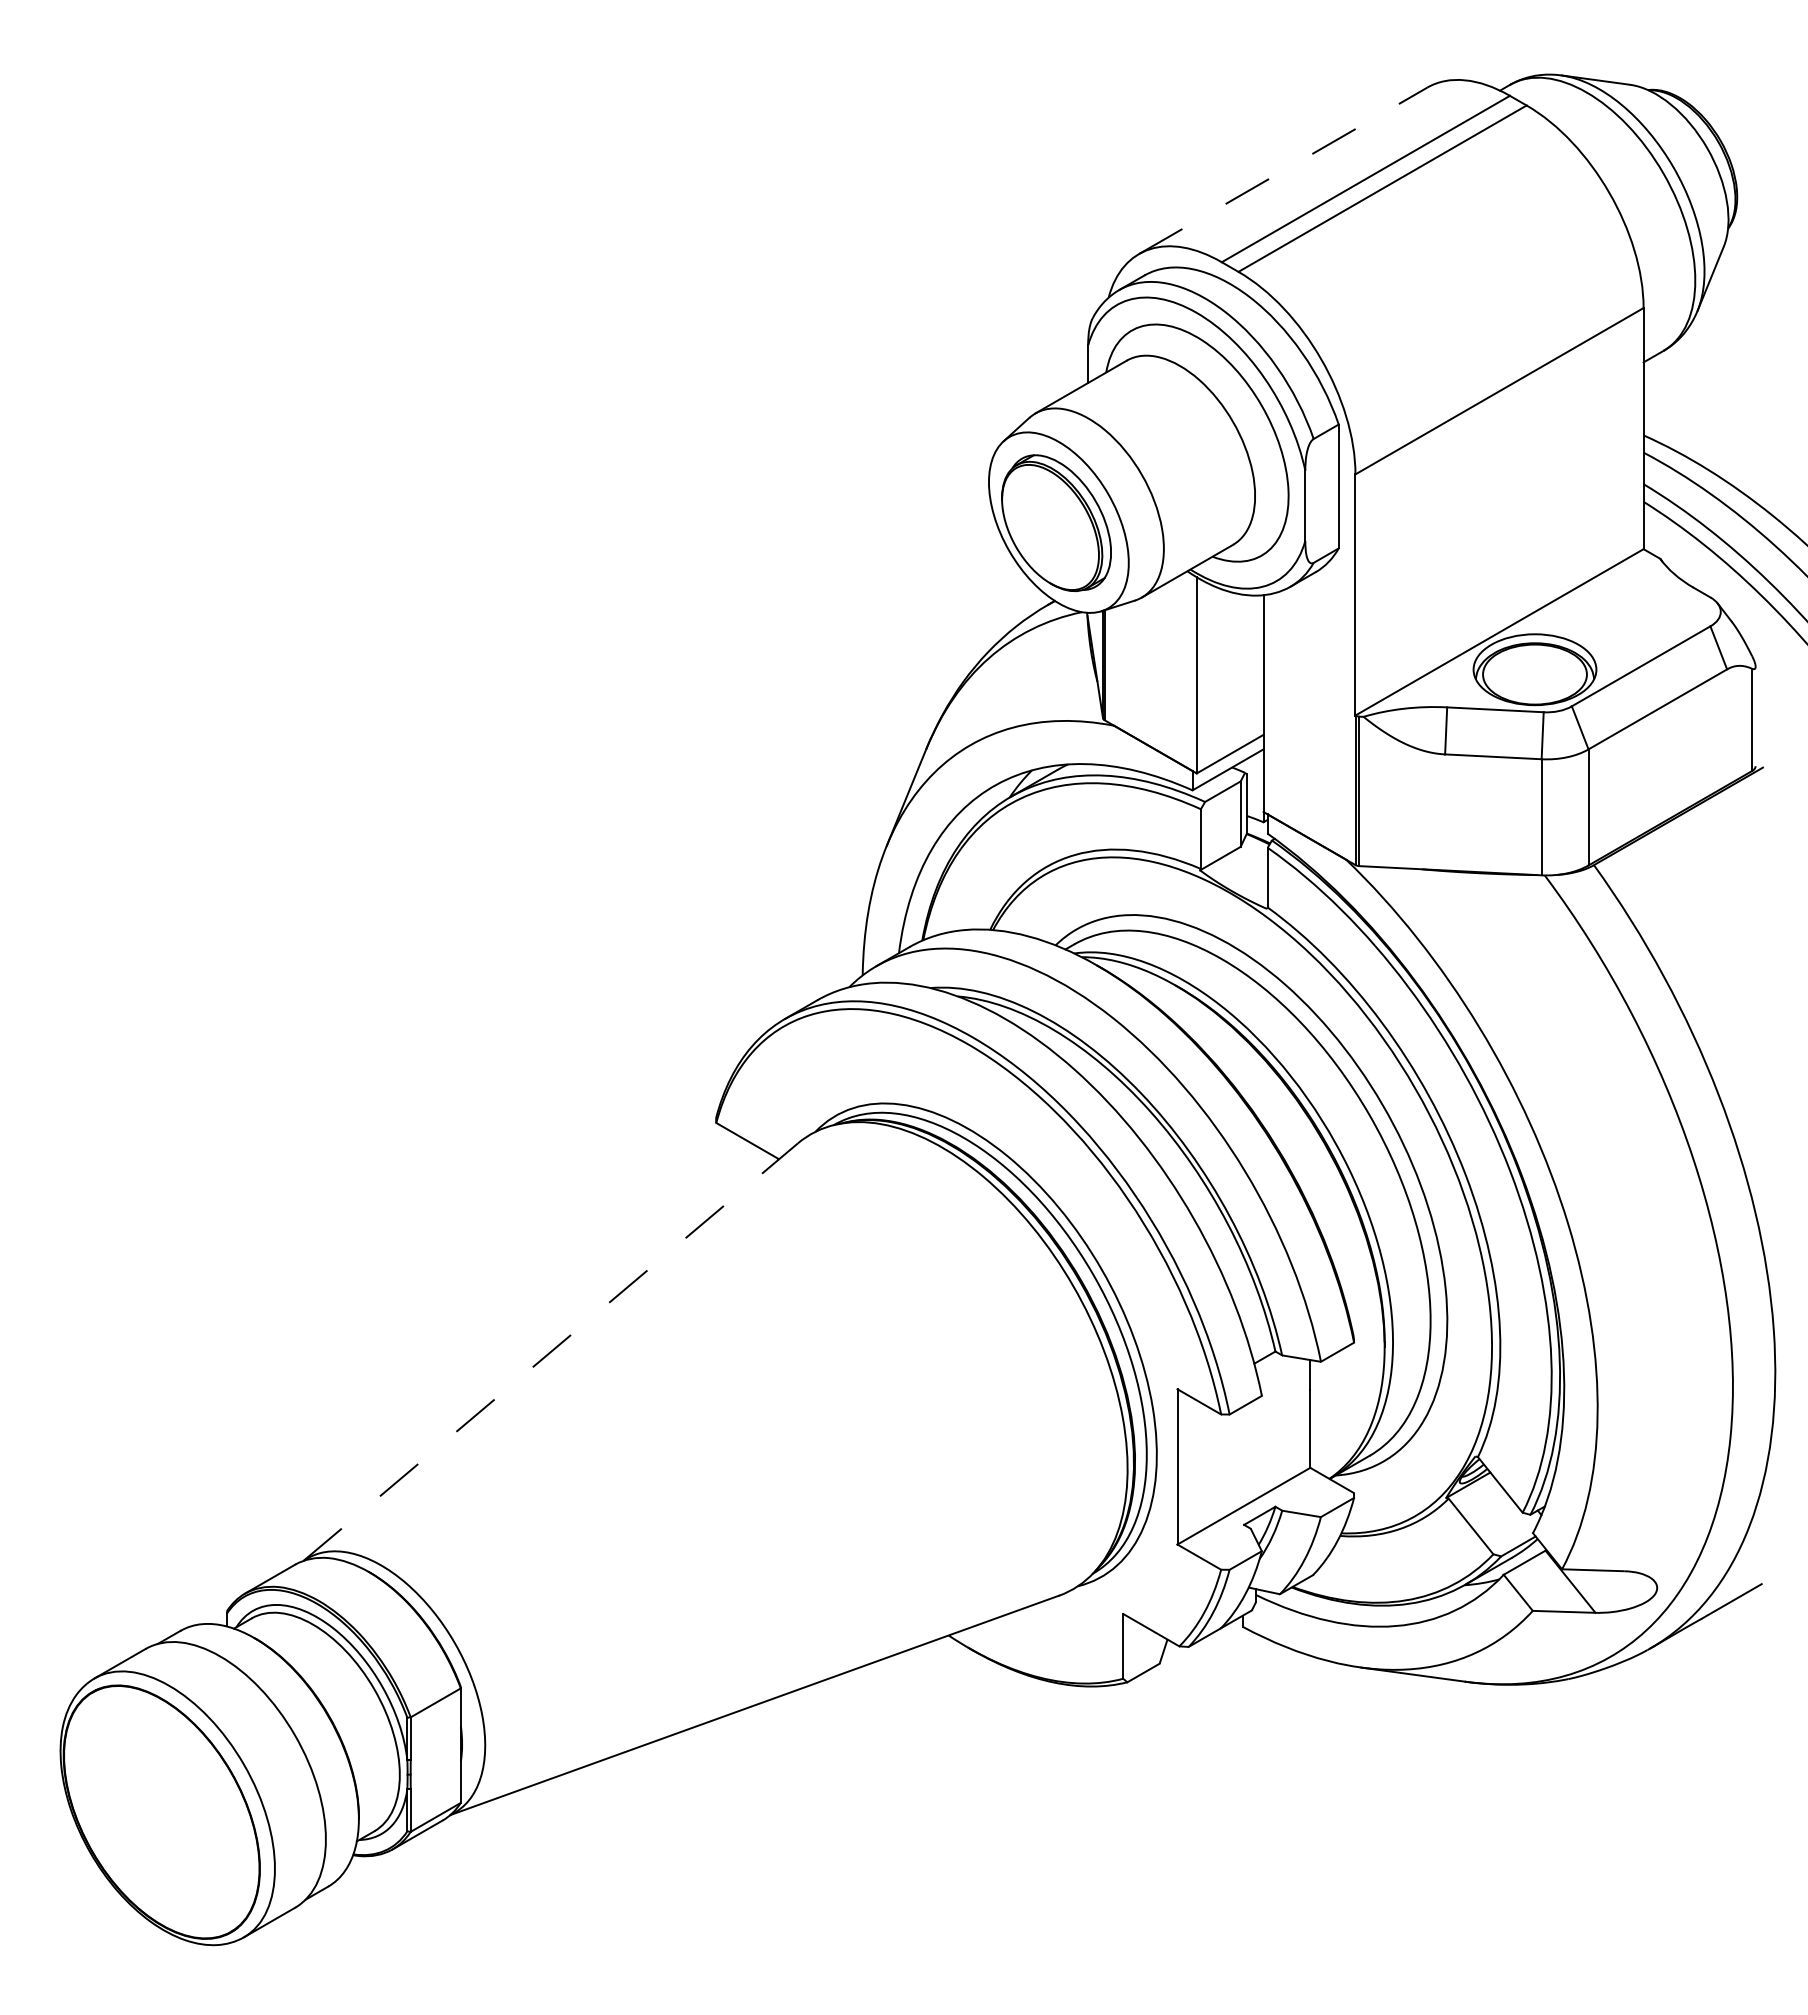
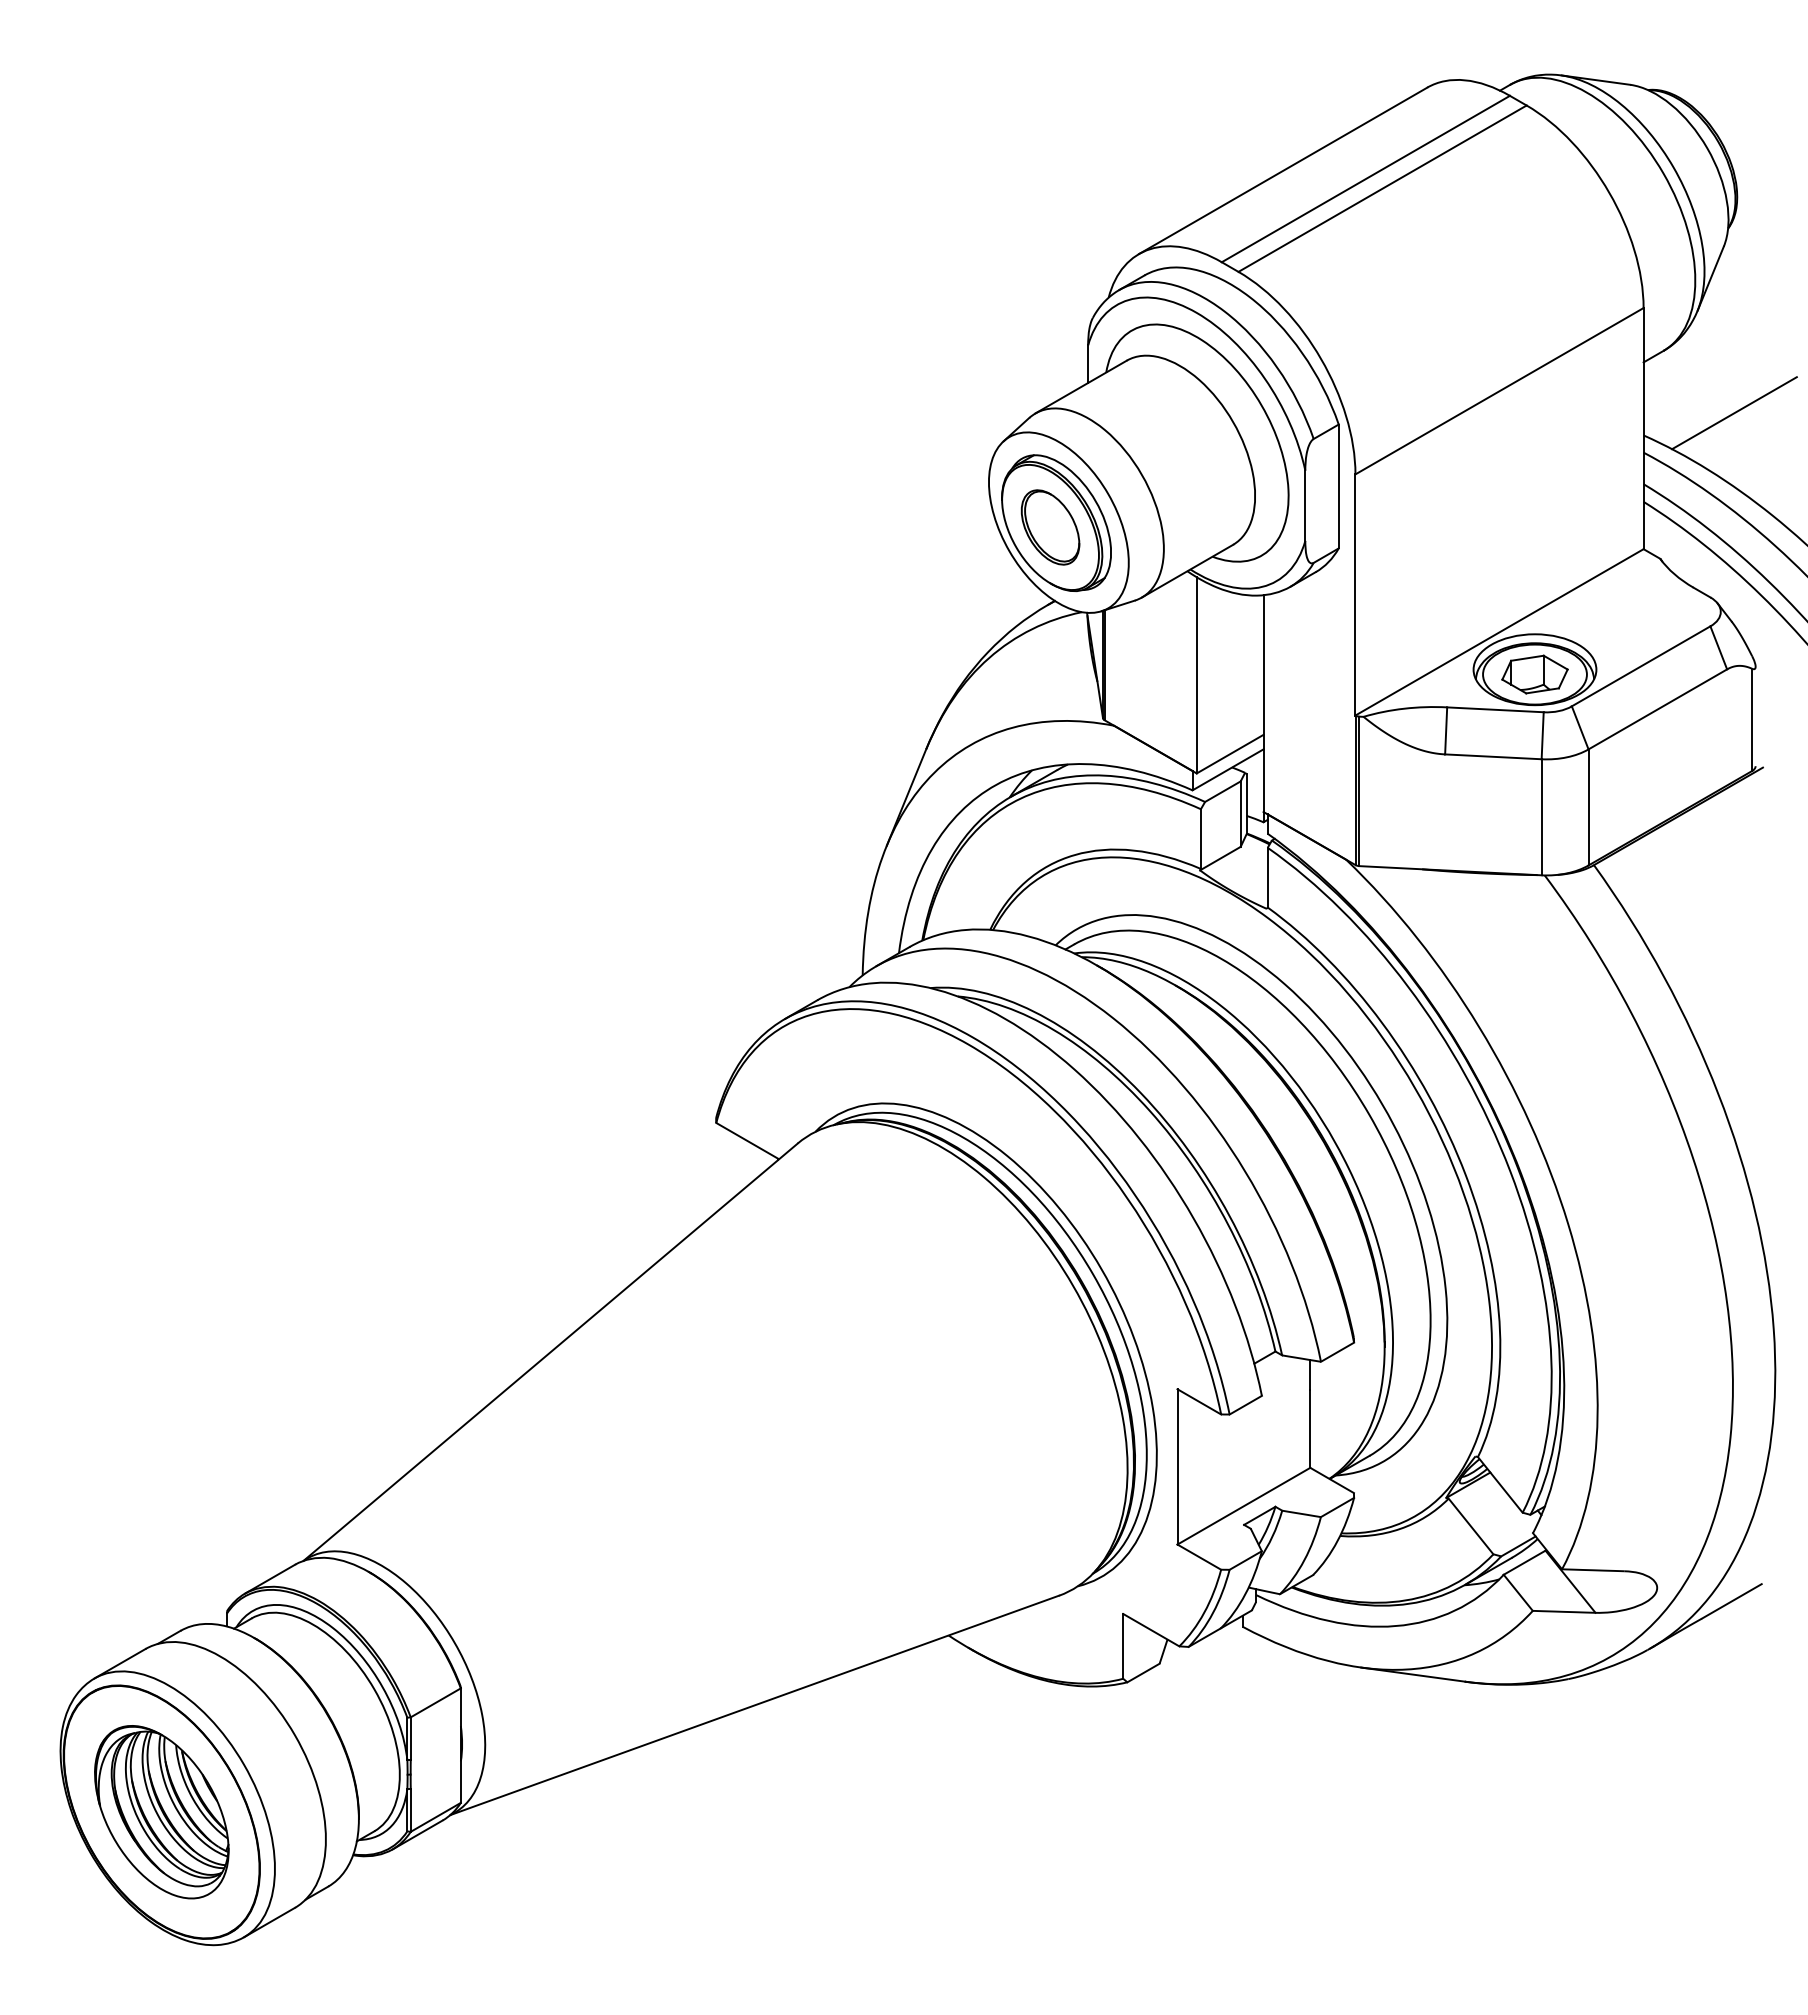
line at (1283, 170): dashed -> solid
line at (1734, 413): none -> present
part at (1050, 527): none -> present
part at (1534, 674): none -> present
line at (551, 1351): dashed -> solid
part at (161, 1812): none -> present
